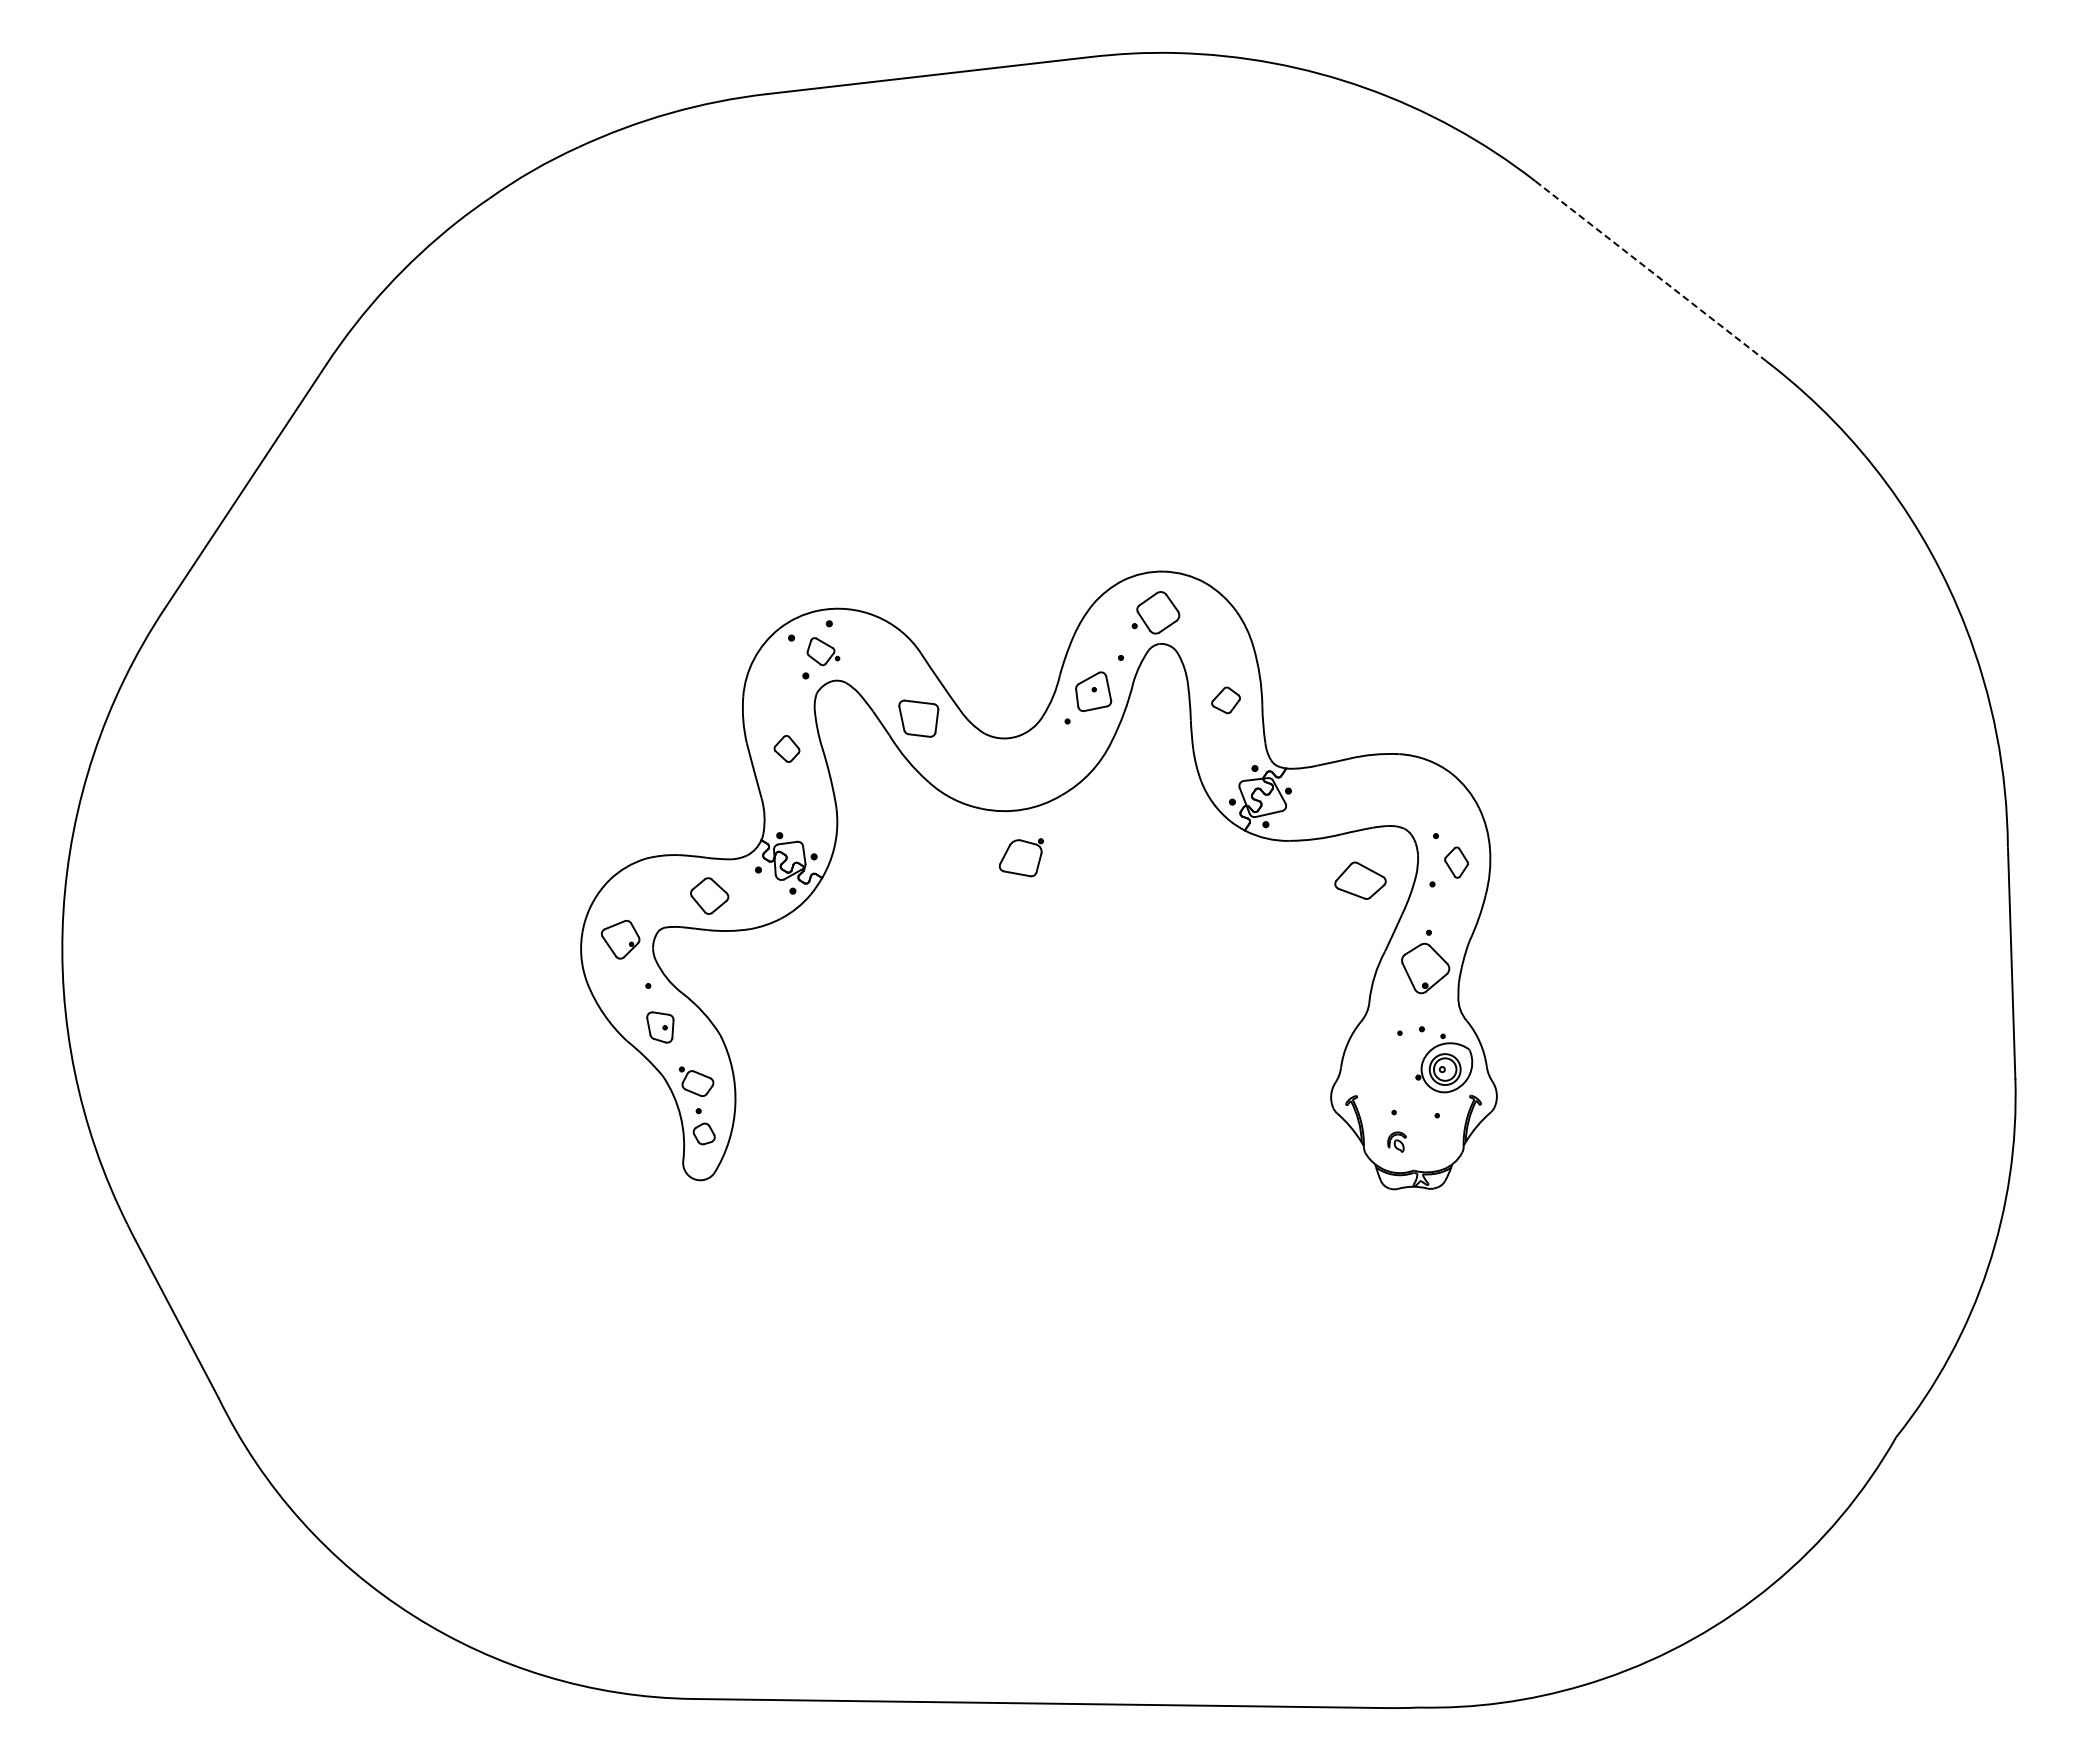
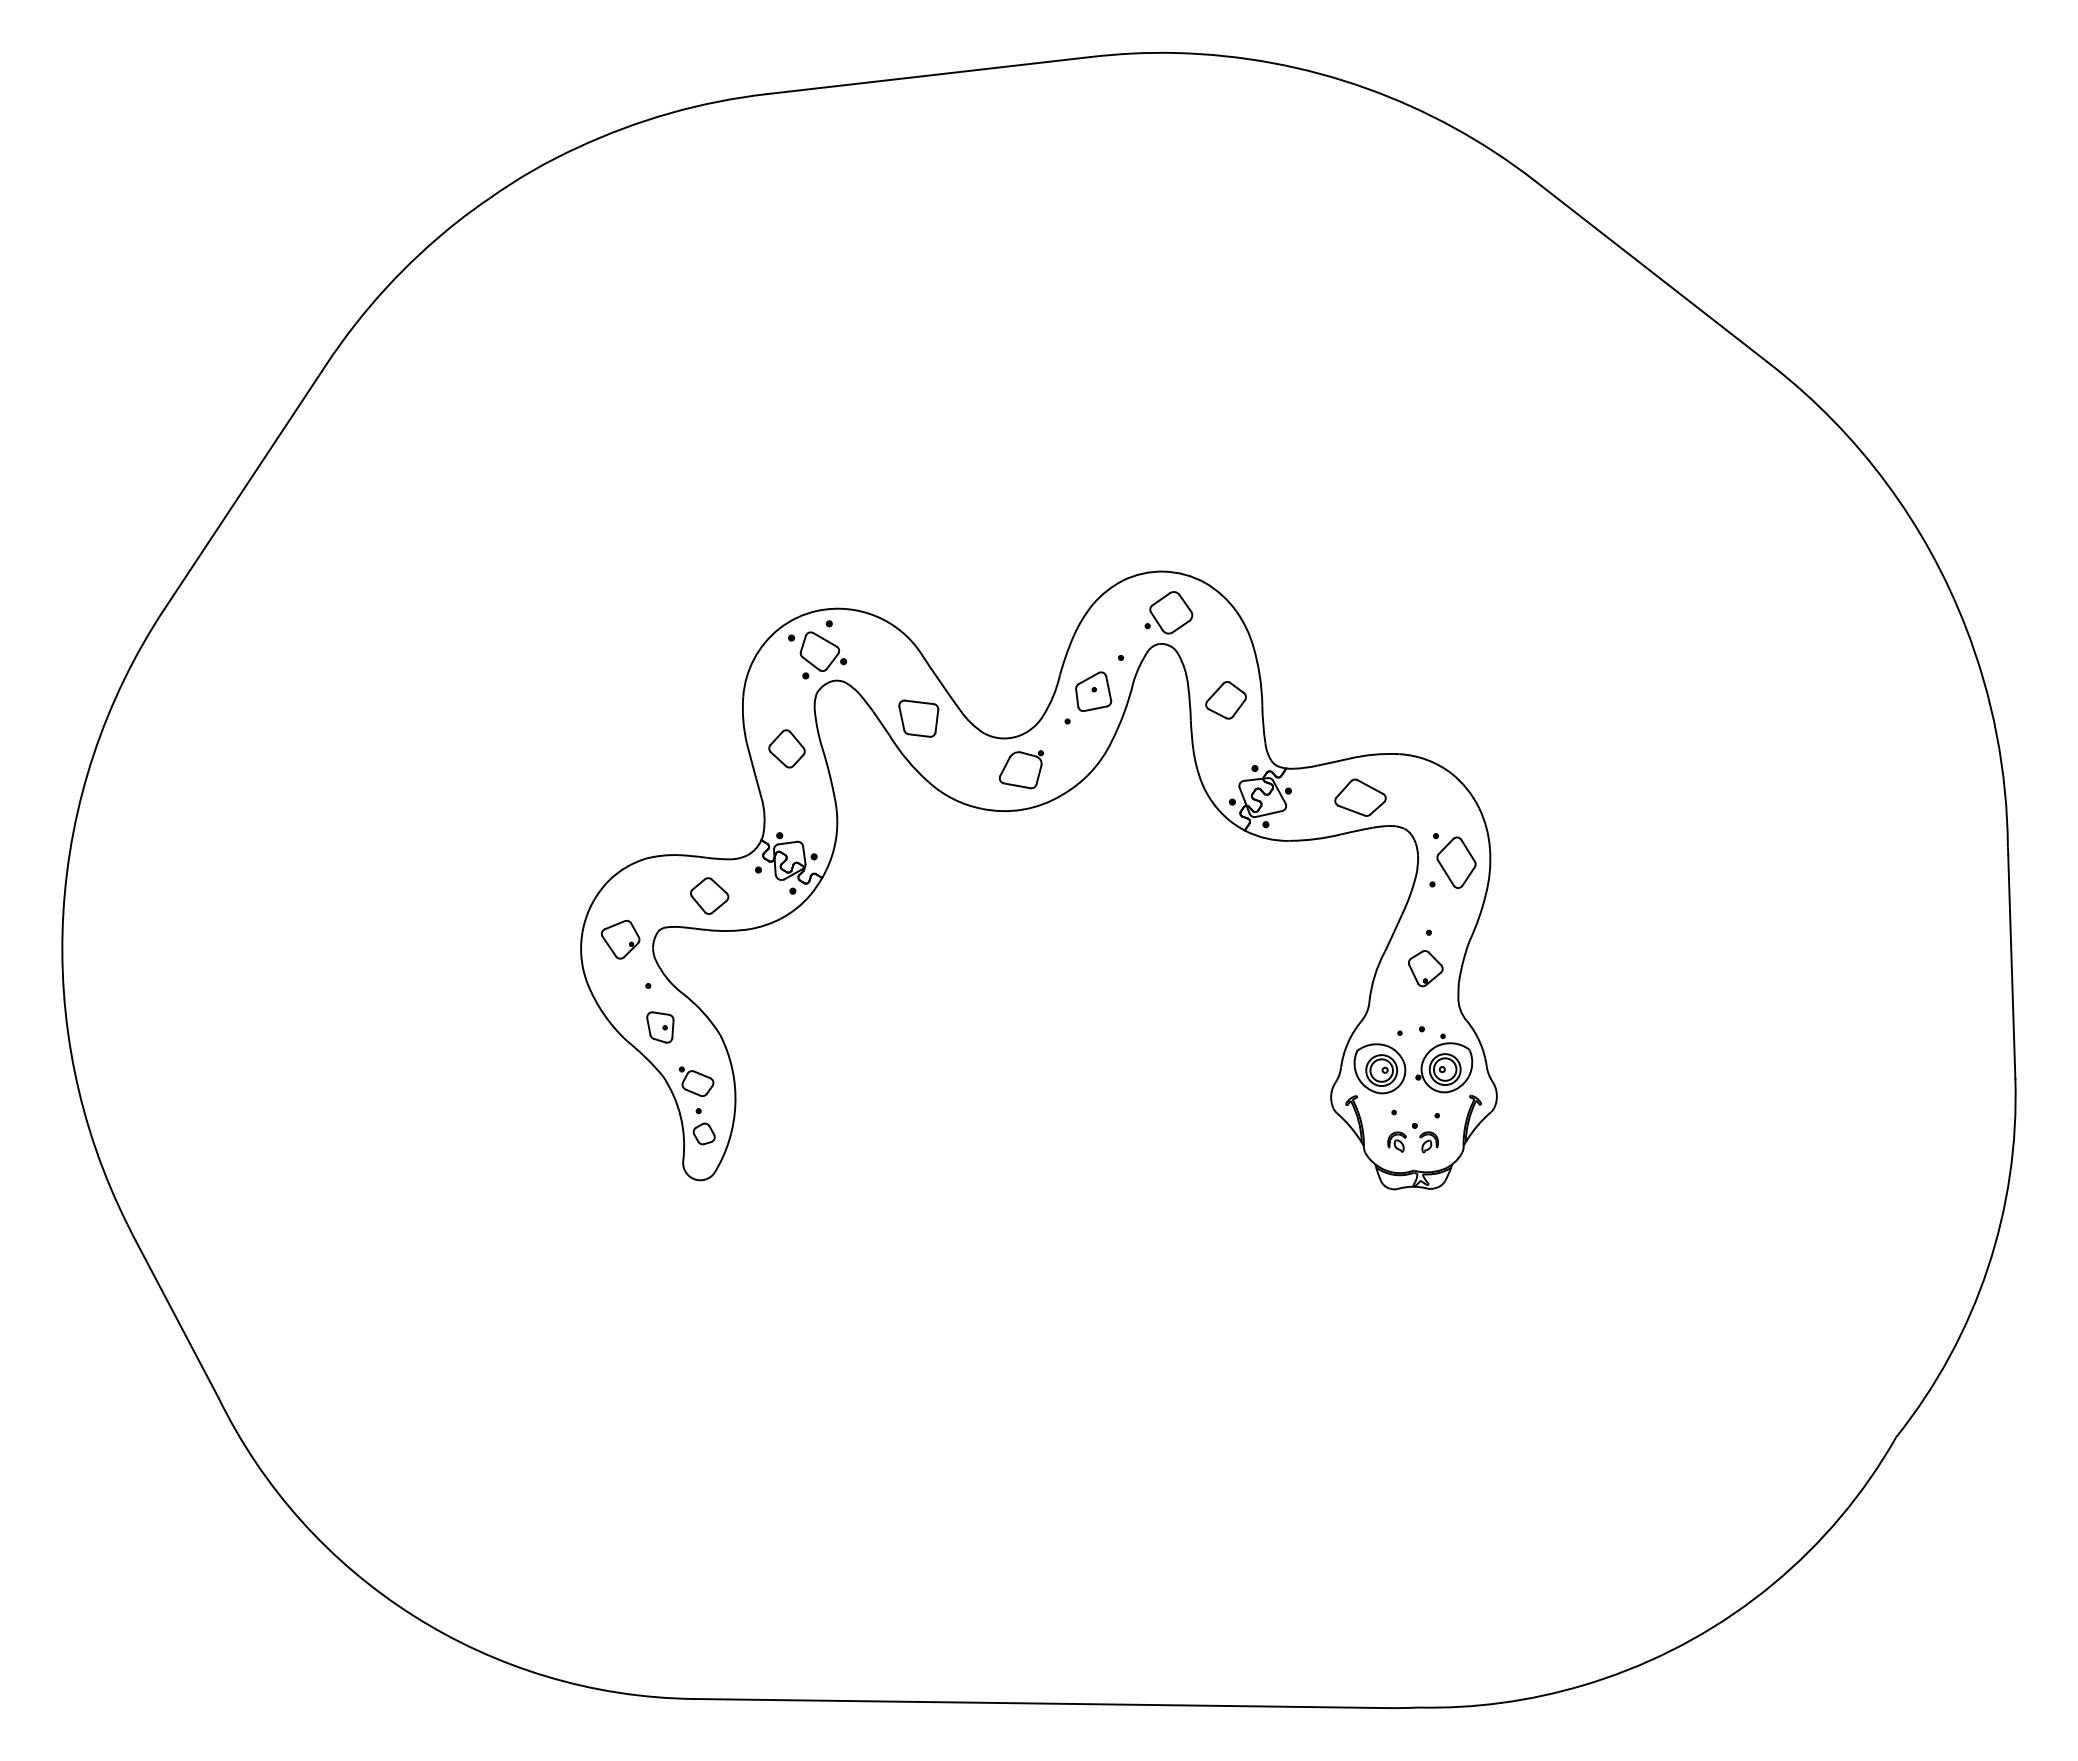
line at (1651, 271): dashed -> solid
part at (1155, 612) position: (1155, 612) -> (1168, 612)
part at (823, 651) size: 35x30 px -> 49x41 px
part at (1225, 700) size: 30x29 px -> 42x39 px
part at (786, 748) size: 28x28 px -> 38x40 px
part at (1021, 857) position: (1021, 857) -> (1021, 769)
part at (1456, 862) size: 25x33 px -> 41x53 px
part at (1360, 880) position: (1360, 880) -> (1360, 797)
part at (1425, 968) size: 50x53 px -> 36x38 px
part at (1379, 1068): none -> present
part at (1425, 1138): none -> present
